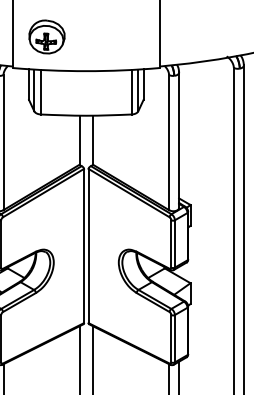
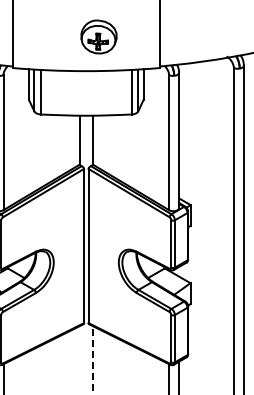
part at (46, 36) position: (46, 36) -> (98, 36)
line at (79, 358): present -> none
line at (93, 360): solid -> dashed
